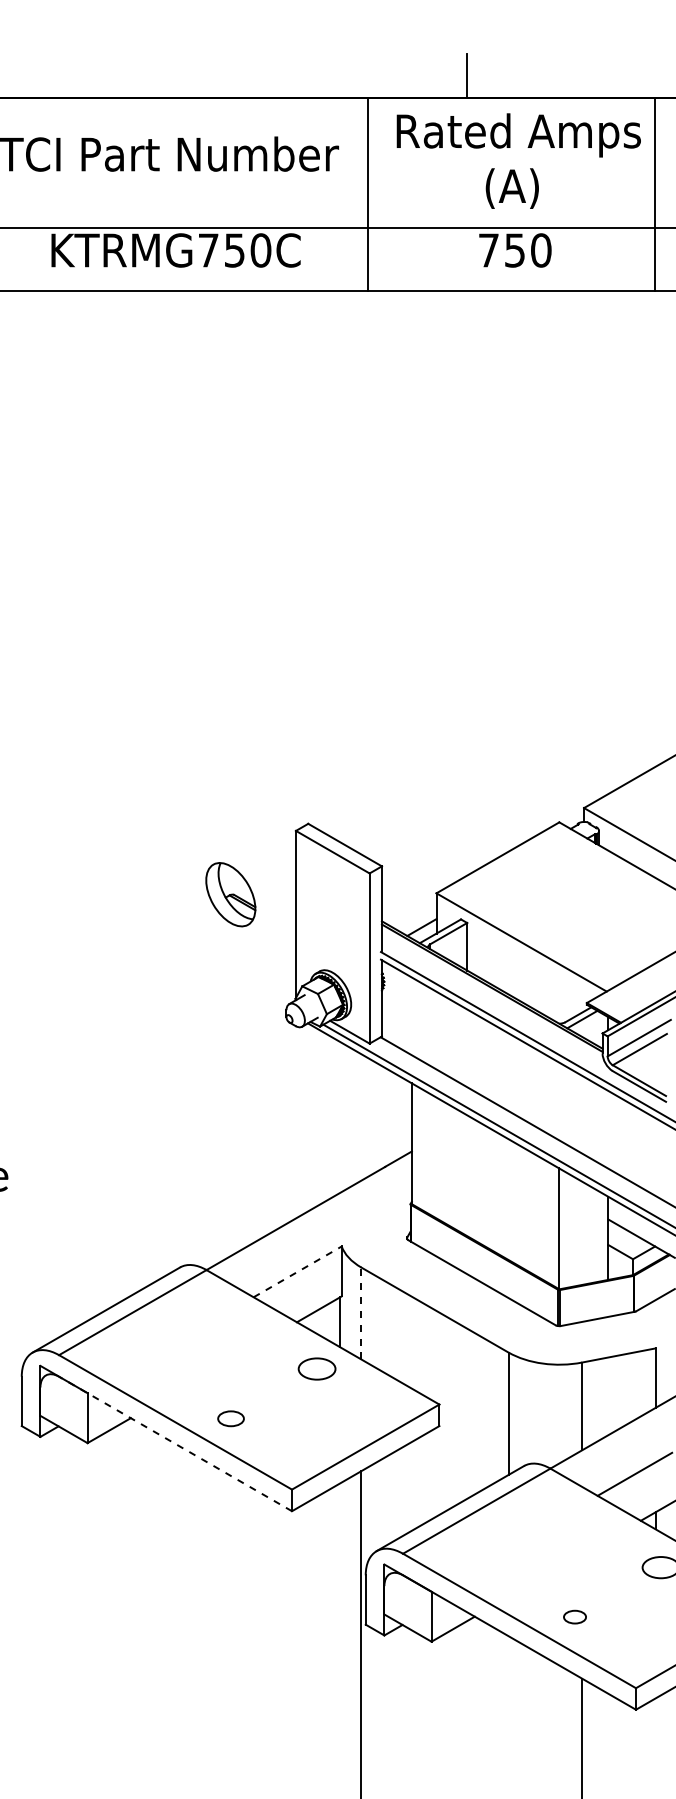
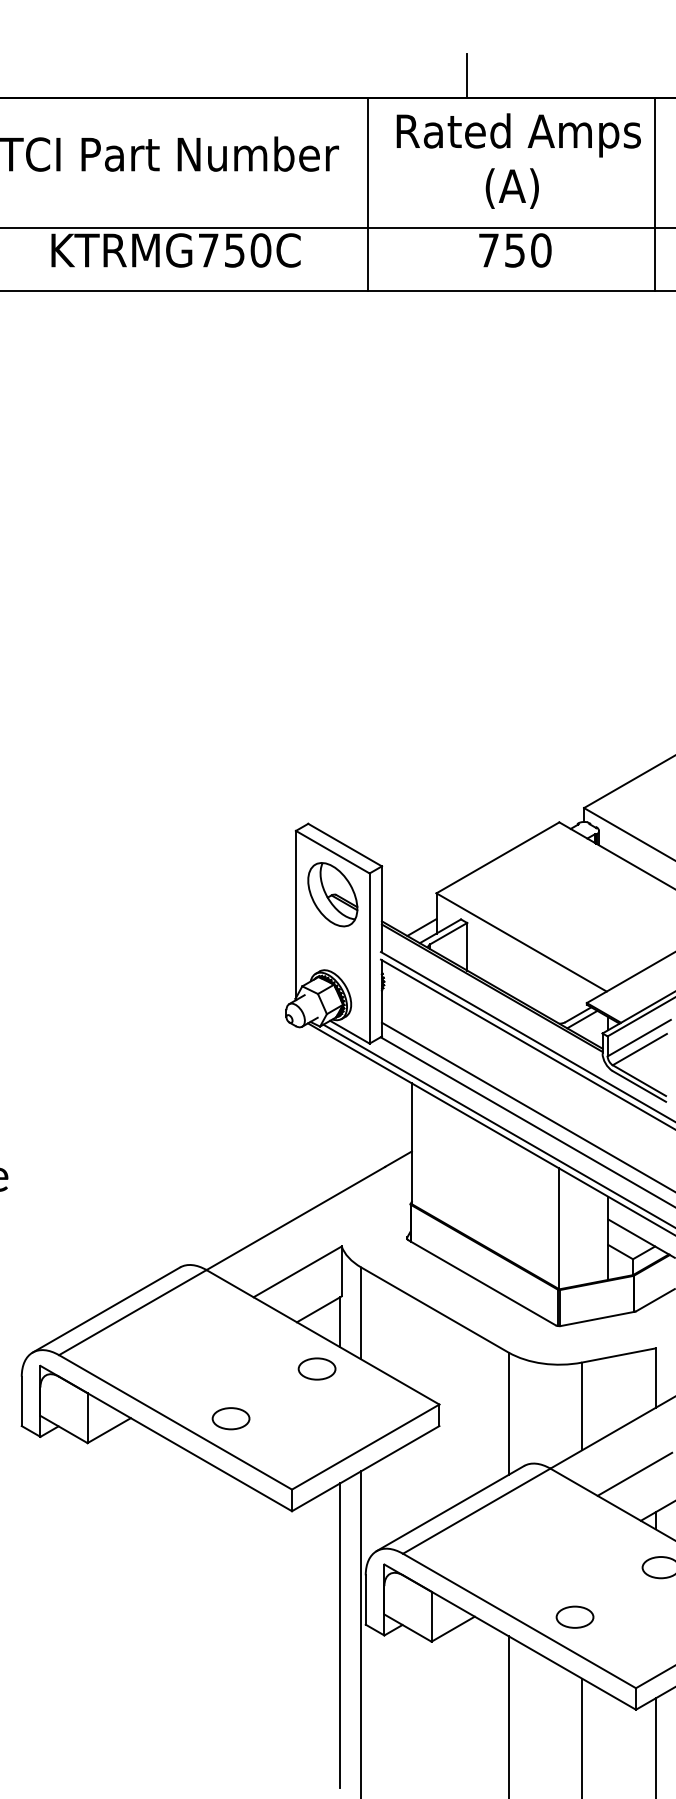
part at (230, 894) position: (230, 894) -> (332, 894)
line at (526, 1106): none -> present
line at (297, 1271): dashed -> solid
line at (361, 1313): dashed -> solid
part at (230, 1418) size: 28x18 px -> 40x24 px
line at (175, 1443): dashed -> solid
part at (574, 1616) size: 24x16 px -> 40x24 px
line at (340, 1635): none -> present
line at (508, 1715): none -> present
line at (655, 1746): none -> present
